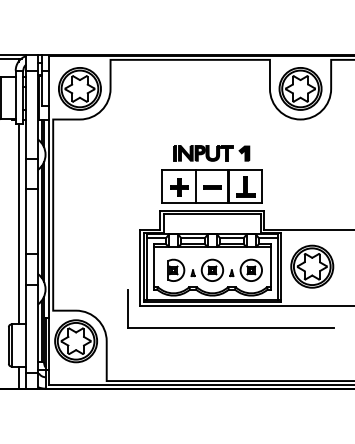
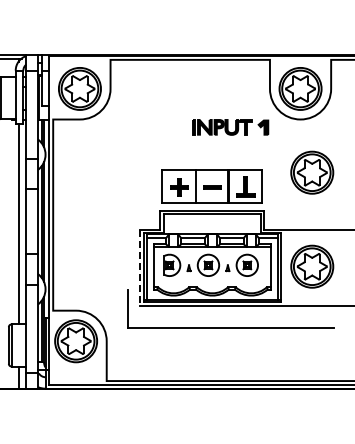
part at (211, 153) position: (211, 153) -> (230, 127)
part at (312, 172): none -> present
line at (139, 268): solid -> dashed
part at (214, 269) position: (214, 269) -> (210, 264)
